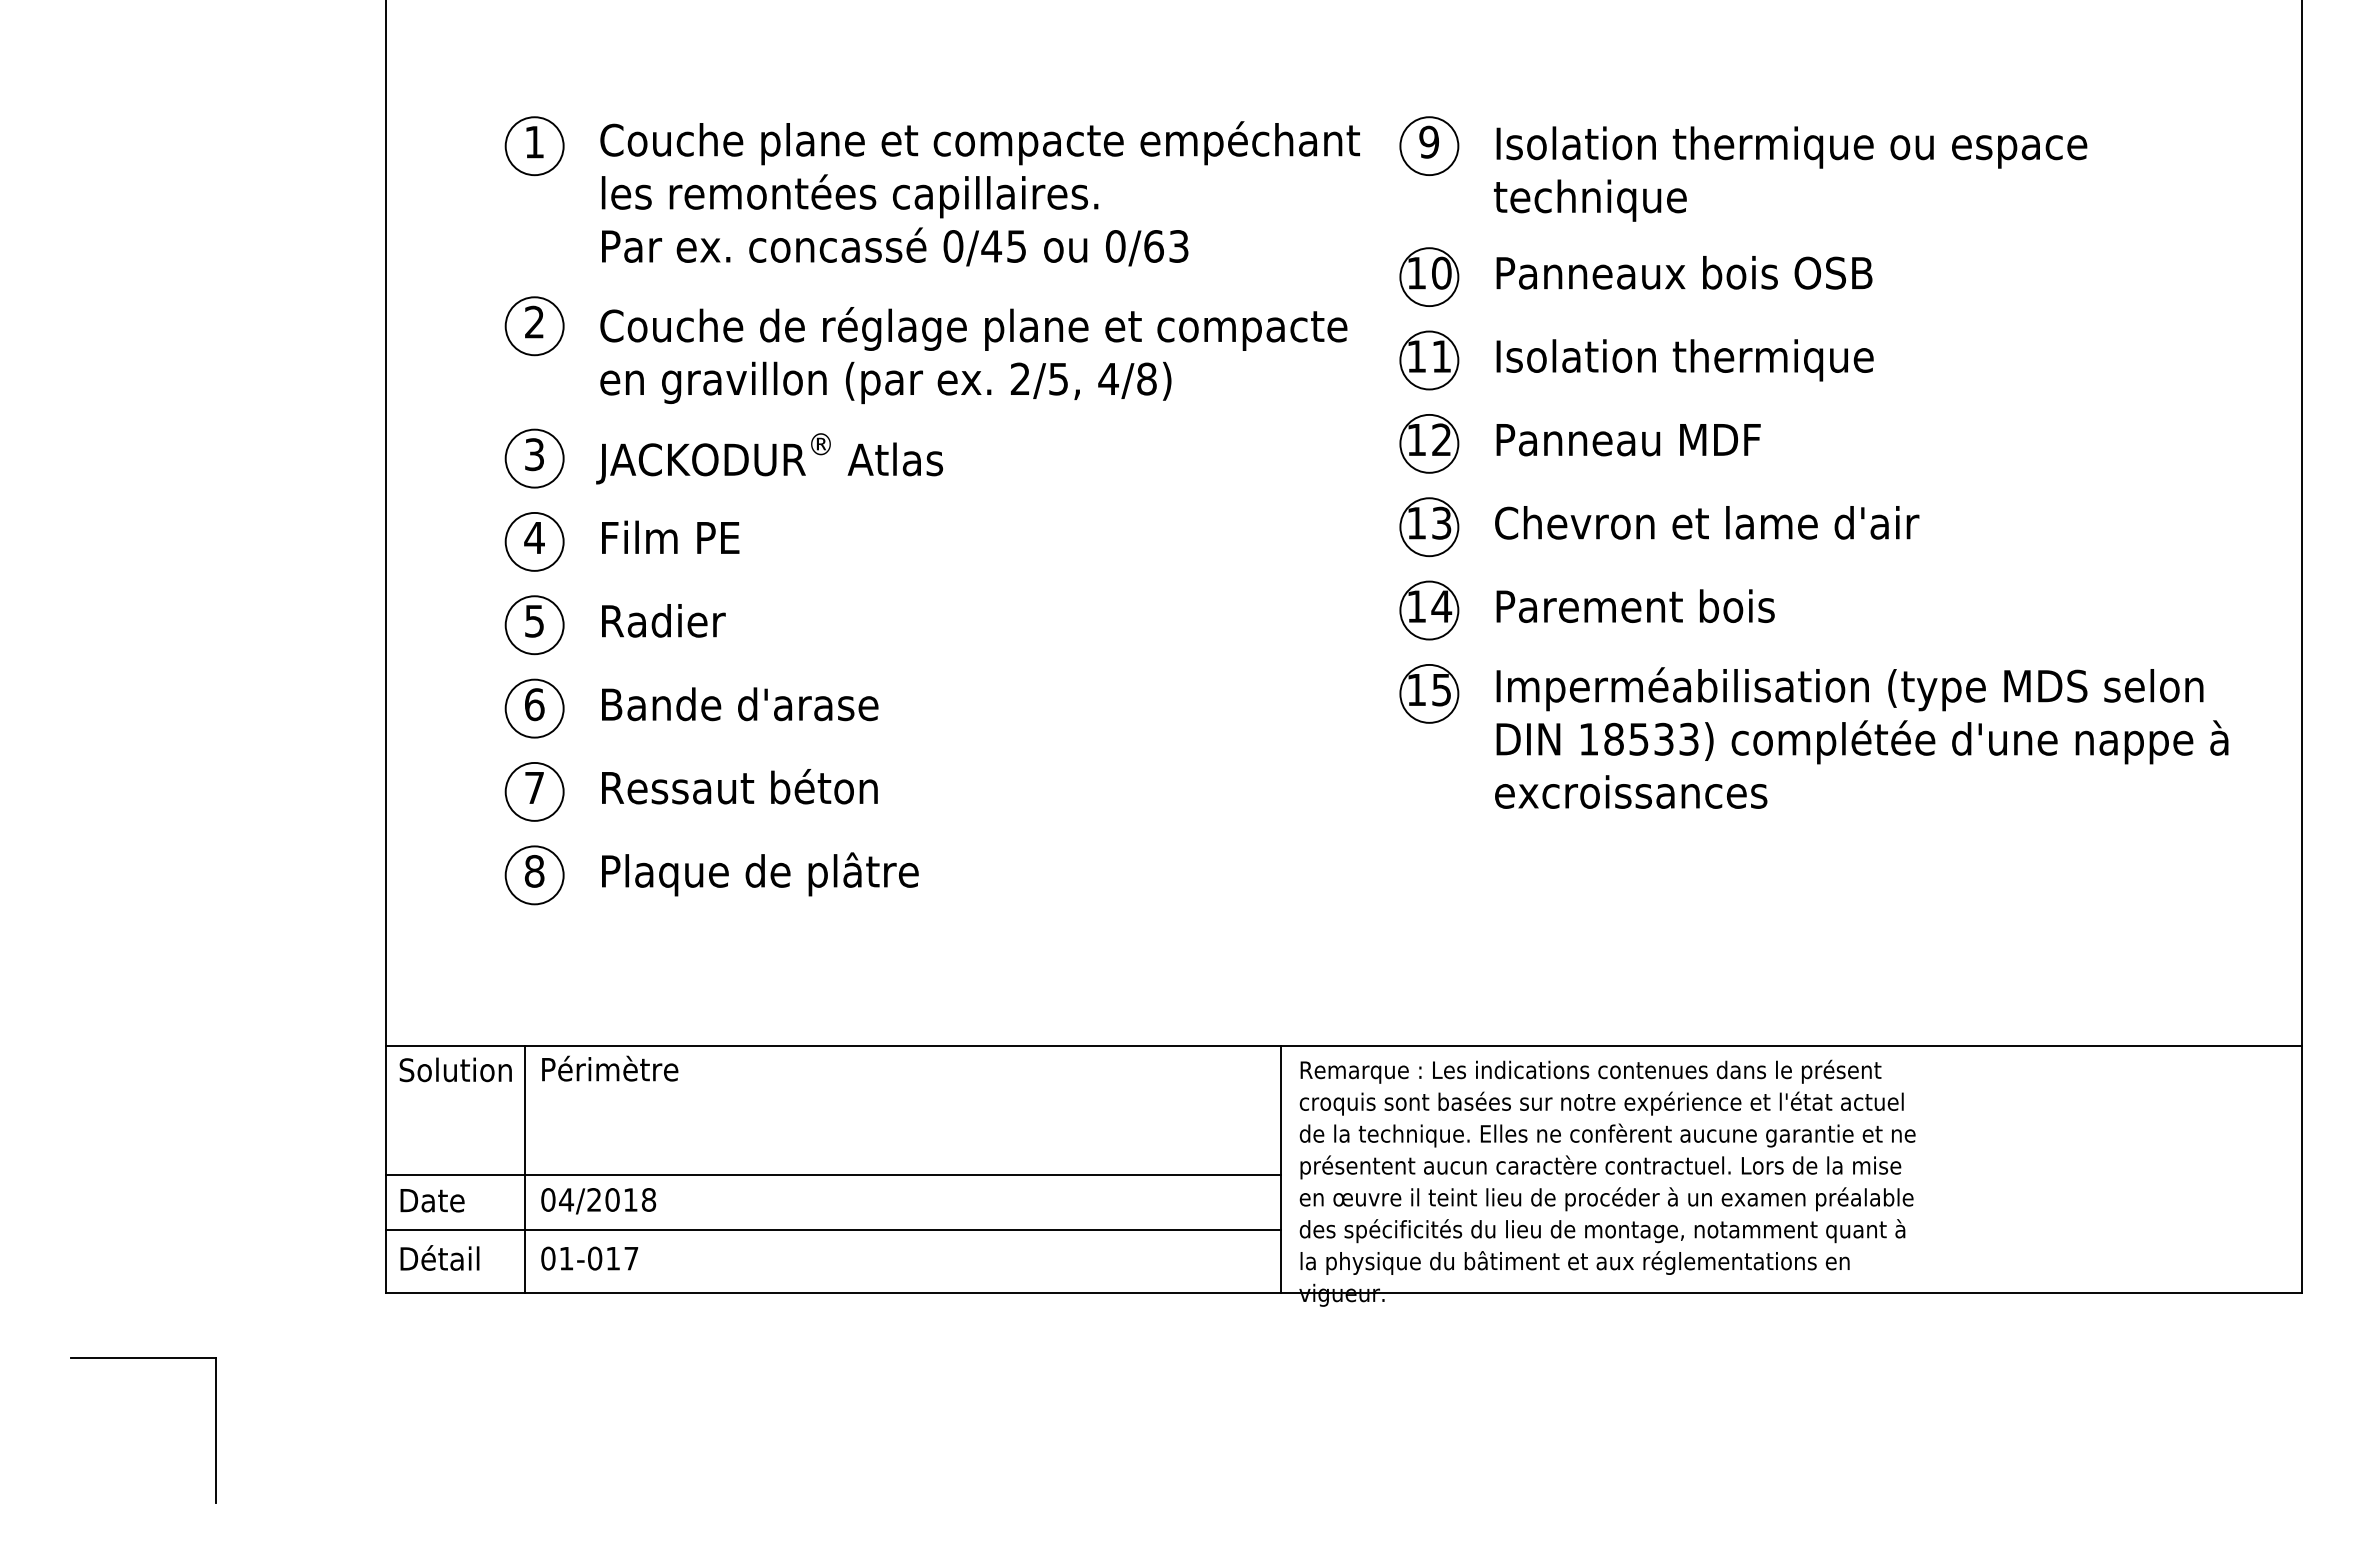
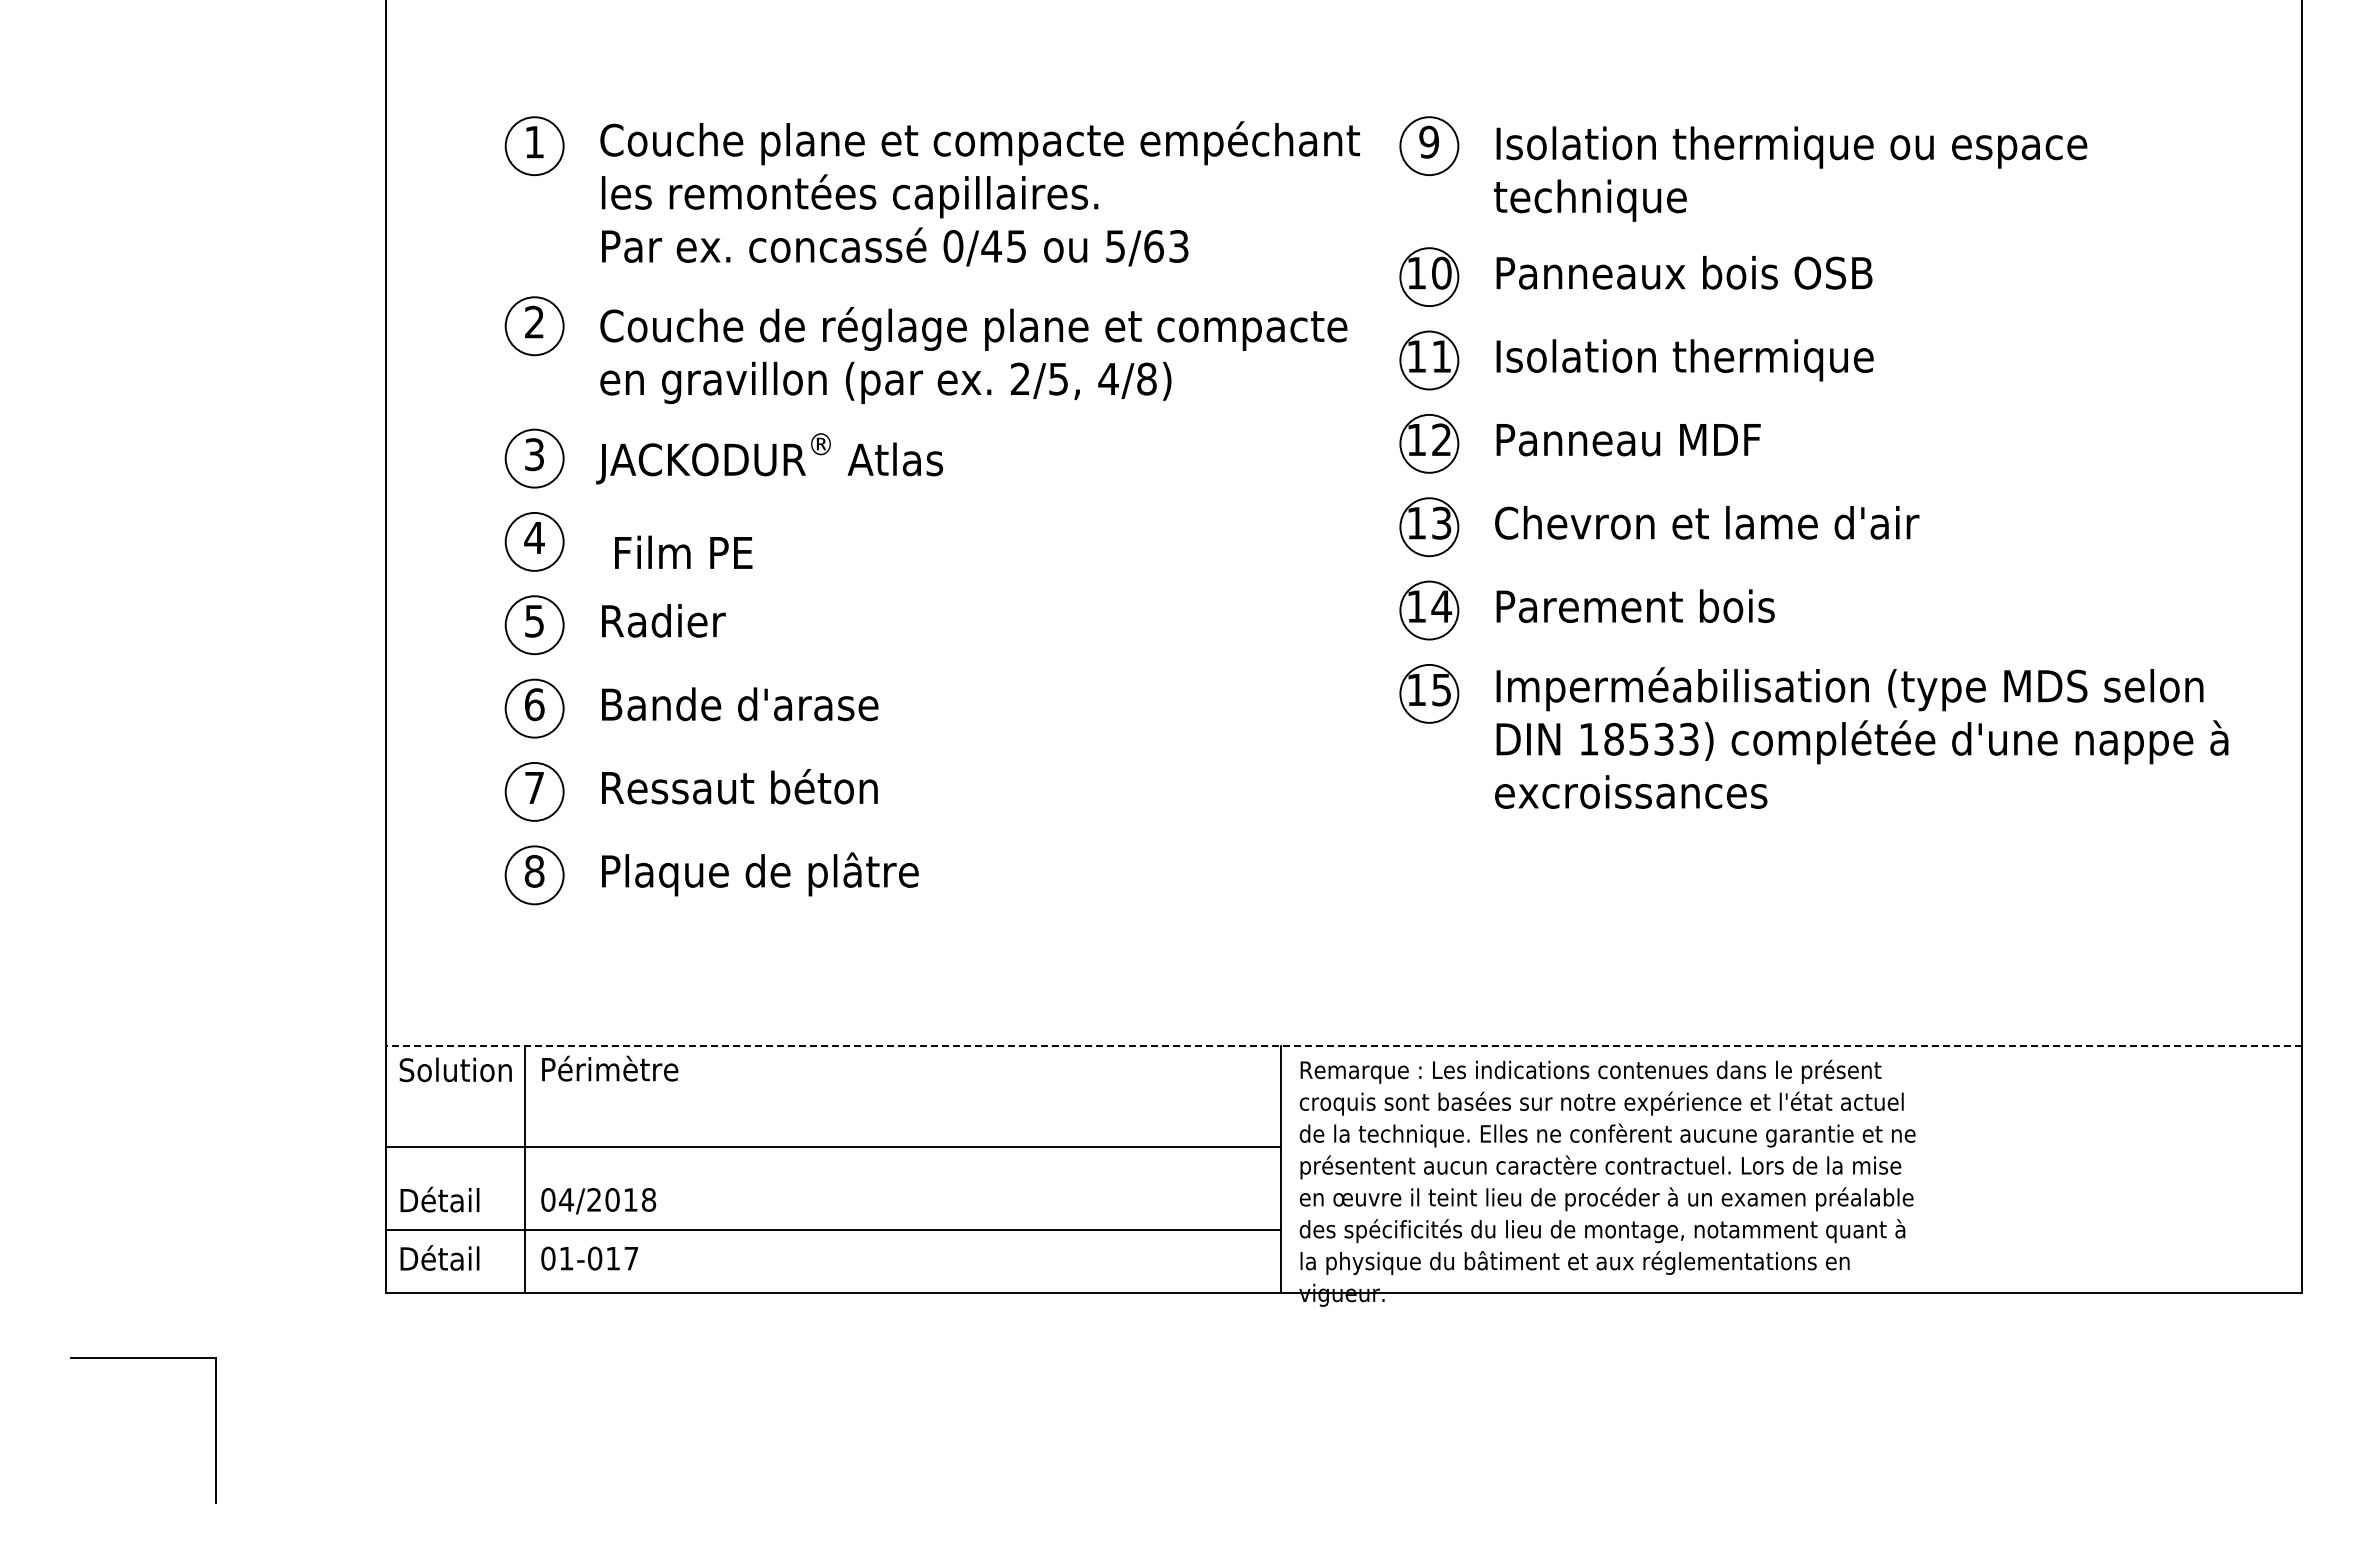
text at (1115, 246): 0/63 -> 5/63
text at (670, 536) position: (670, 536) -> (683, 551)
line at (1343, 1046): solid -> dashed
line at (832, 1174) position: (832, 1174) -> (832, 1146)
text at (450, 1199): Date -> Détail
